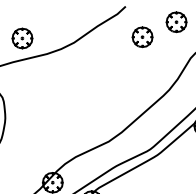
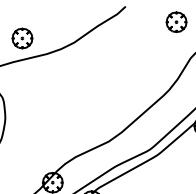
part at (142, 37): present -> none
